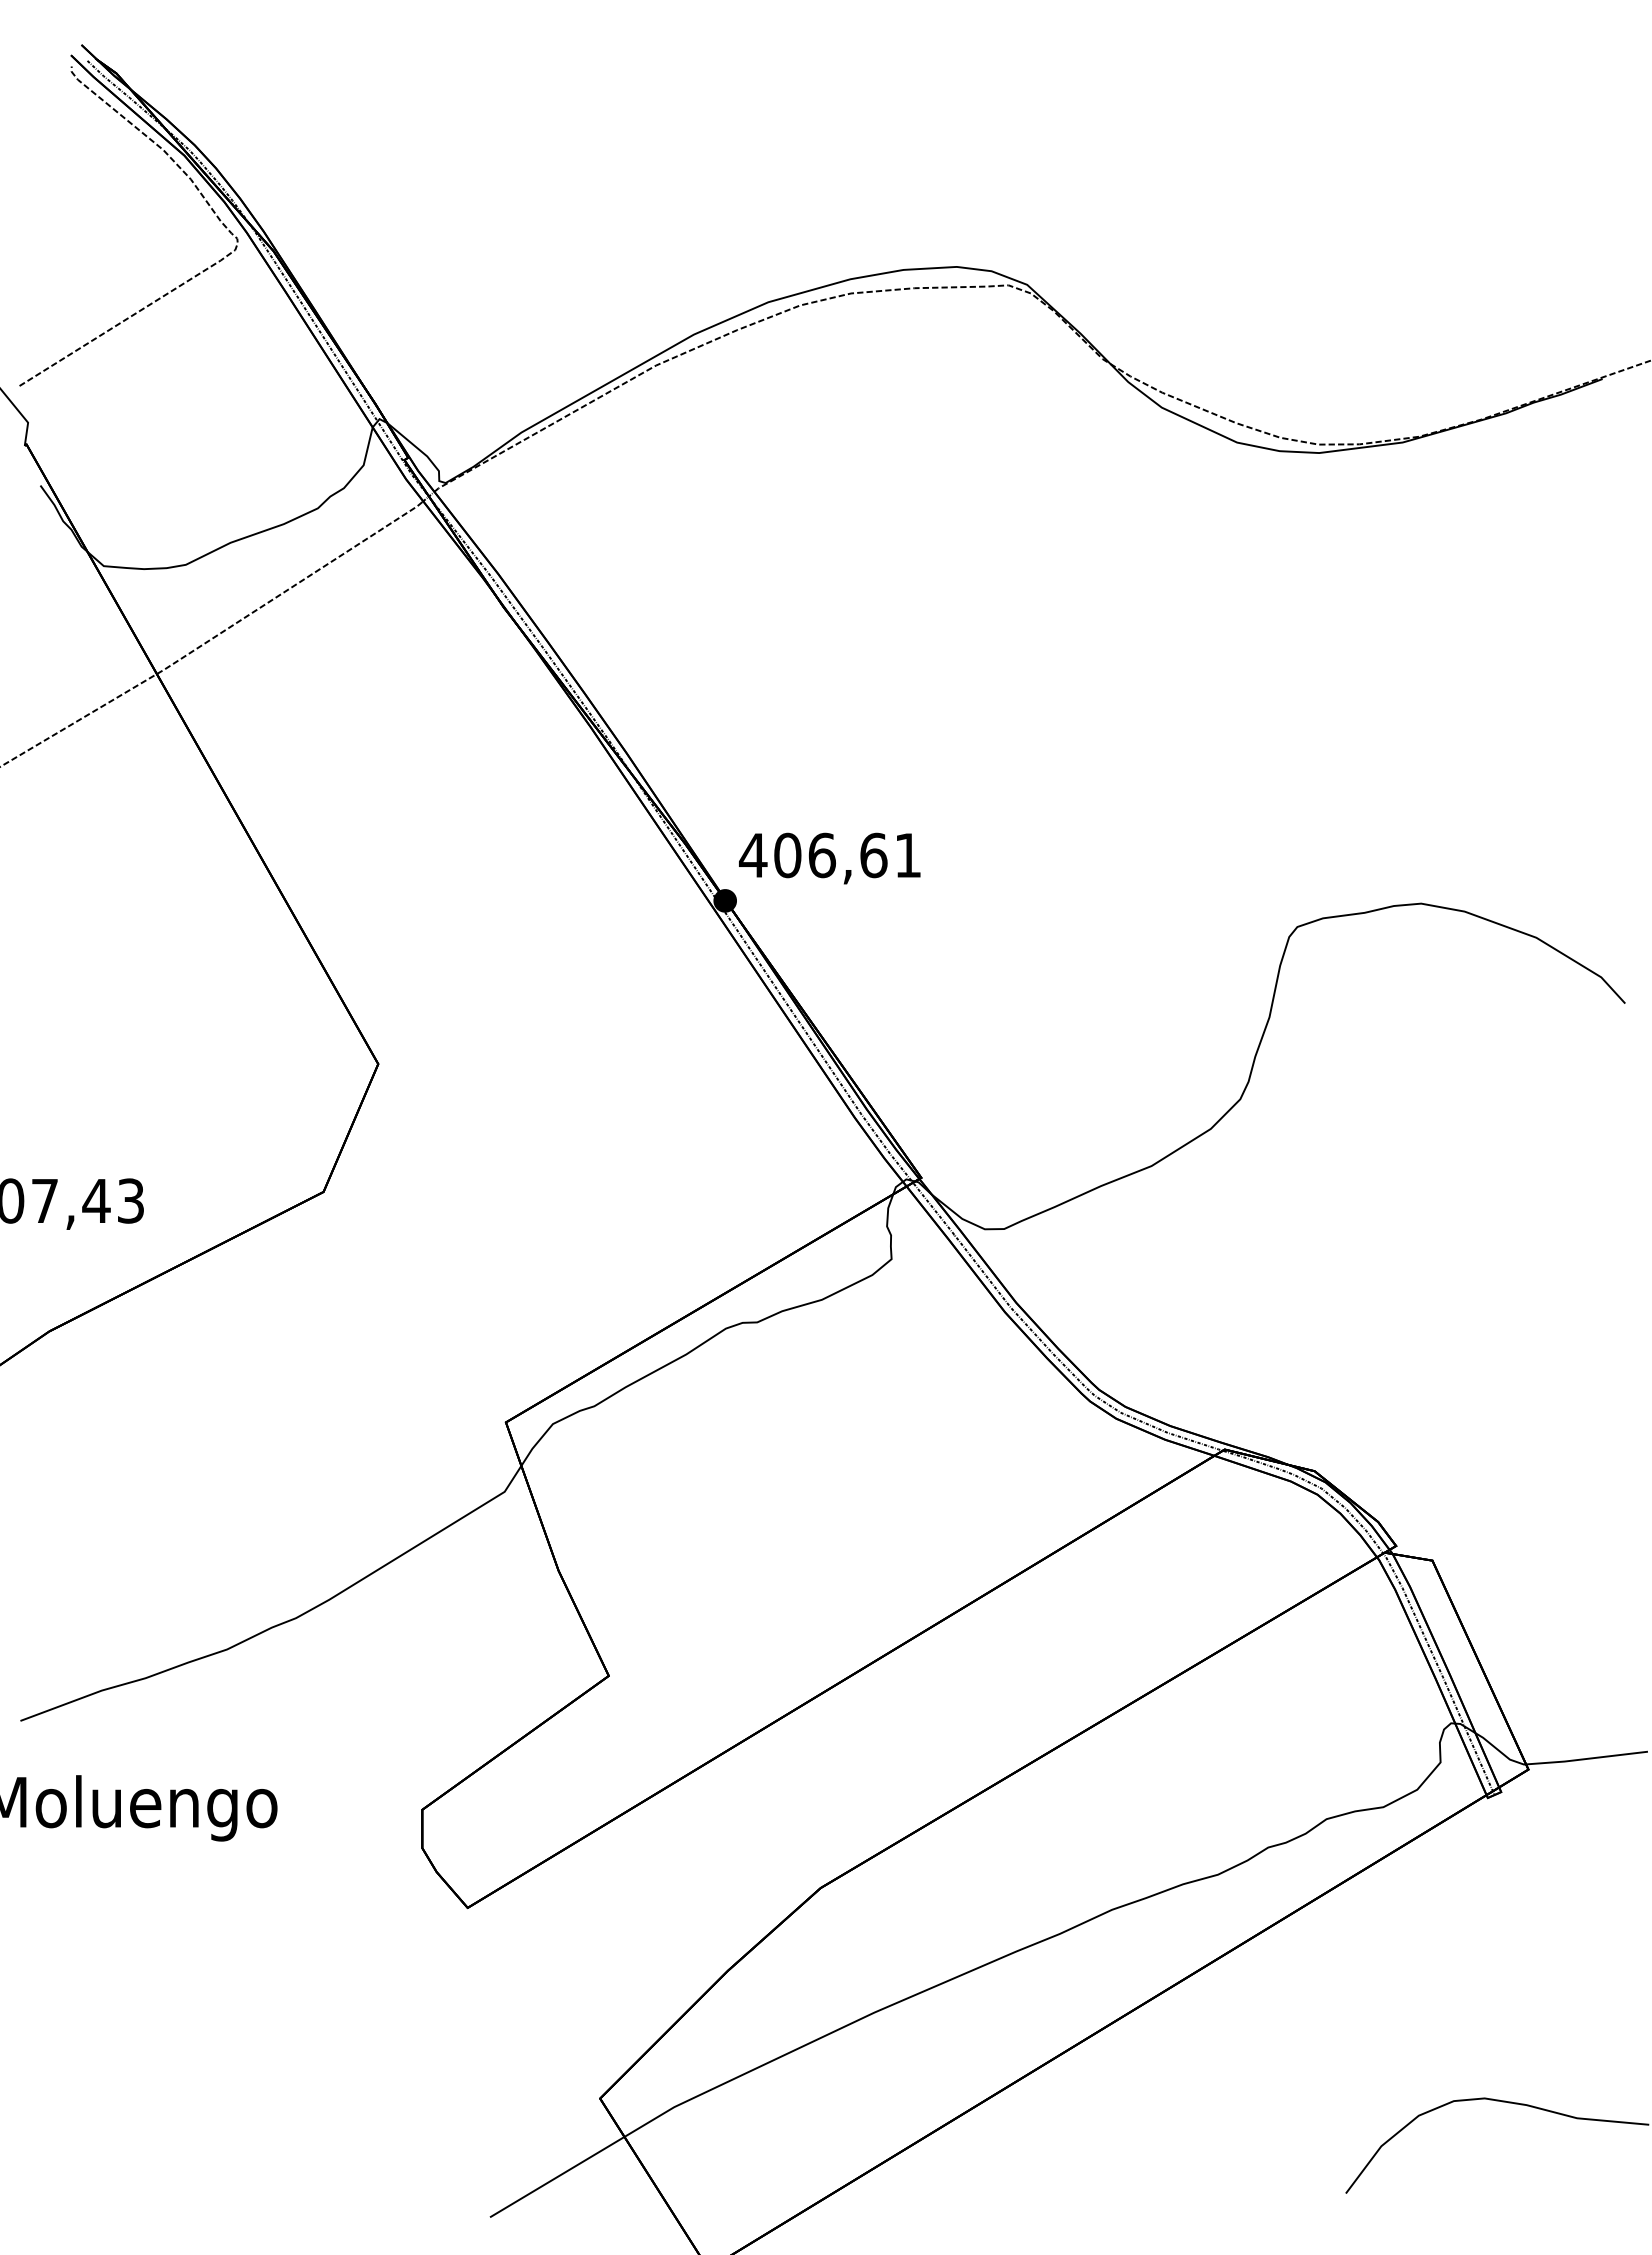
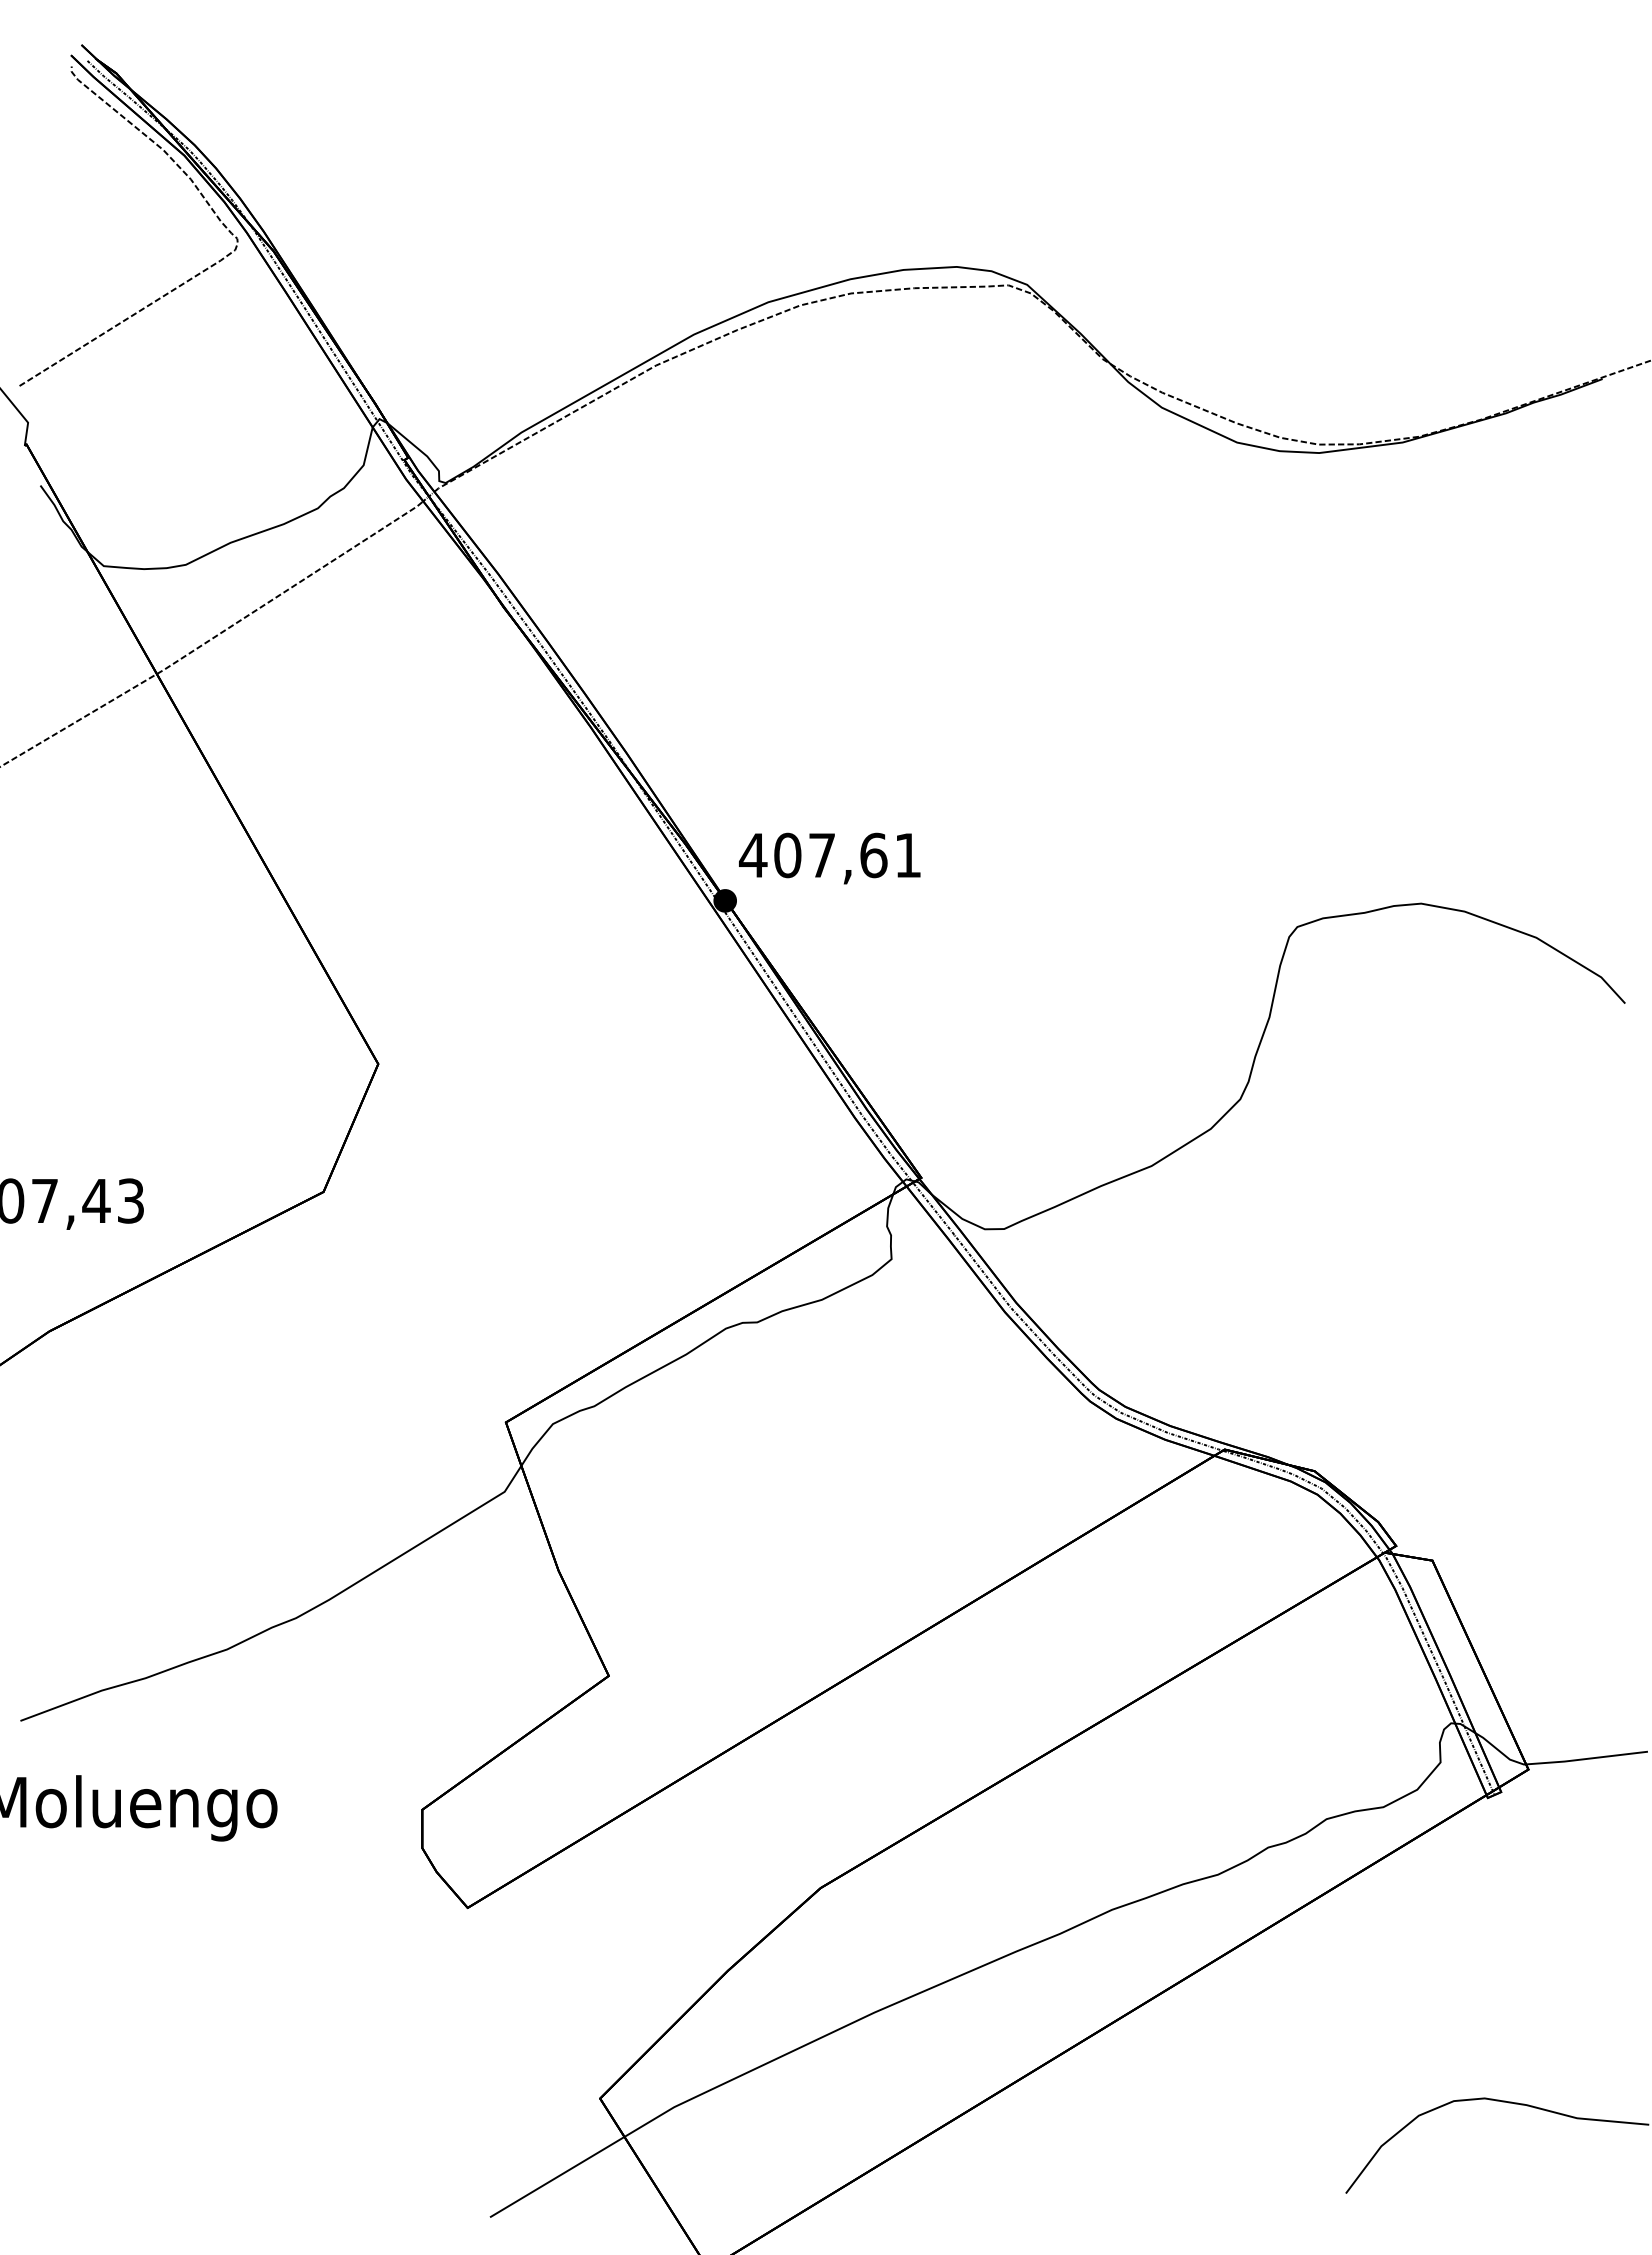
text at (822, 855): 406,61 -> 407,61
